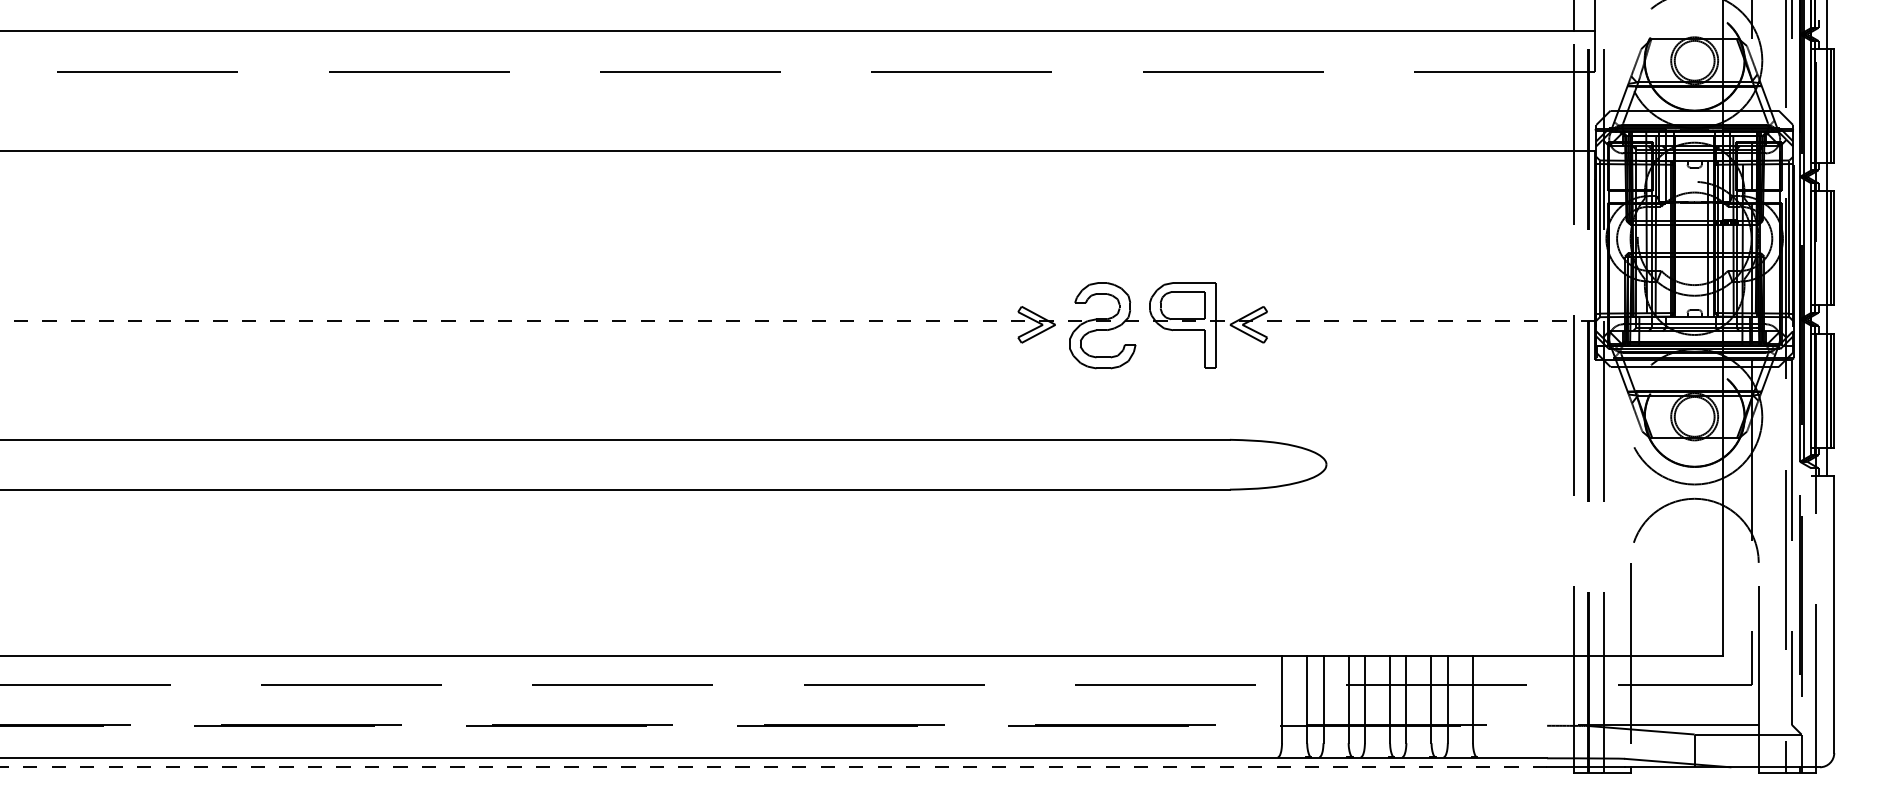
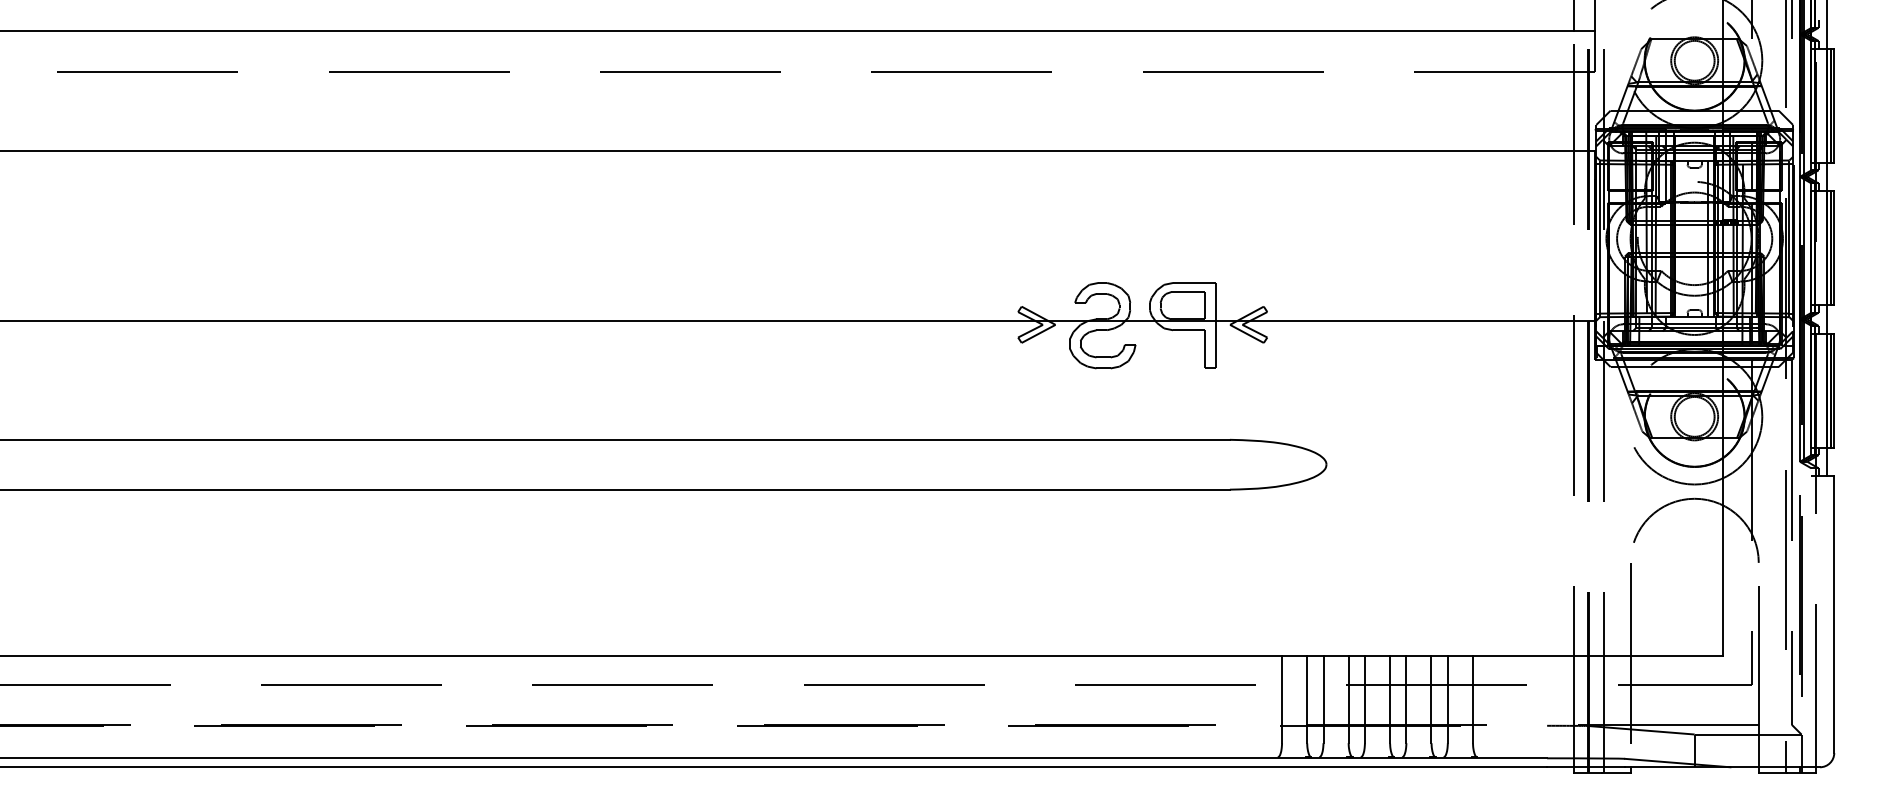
line at (797, 321): dashed -> solid
line at (773, 767): dashed -> solid
